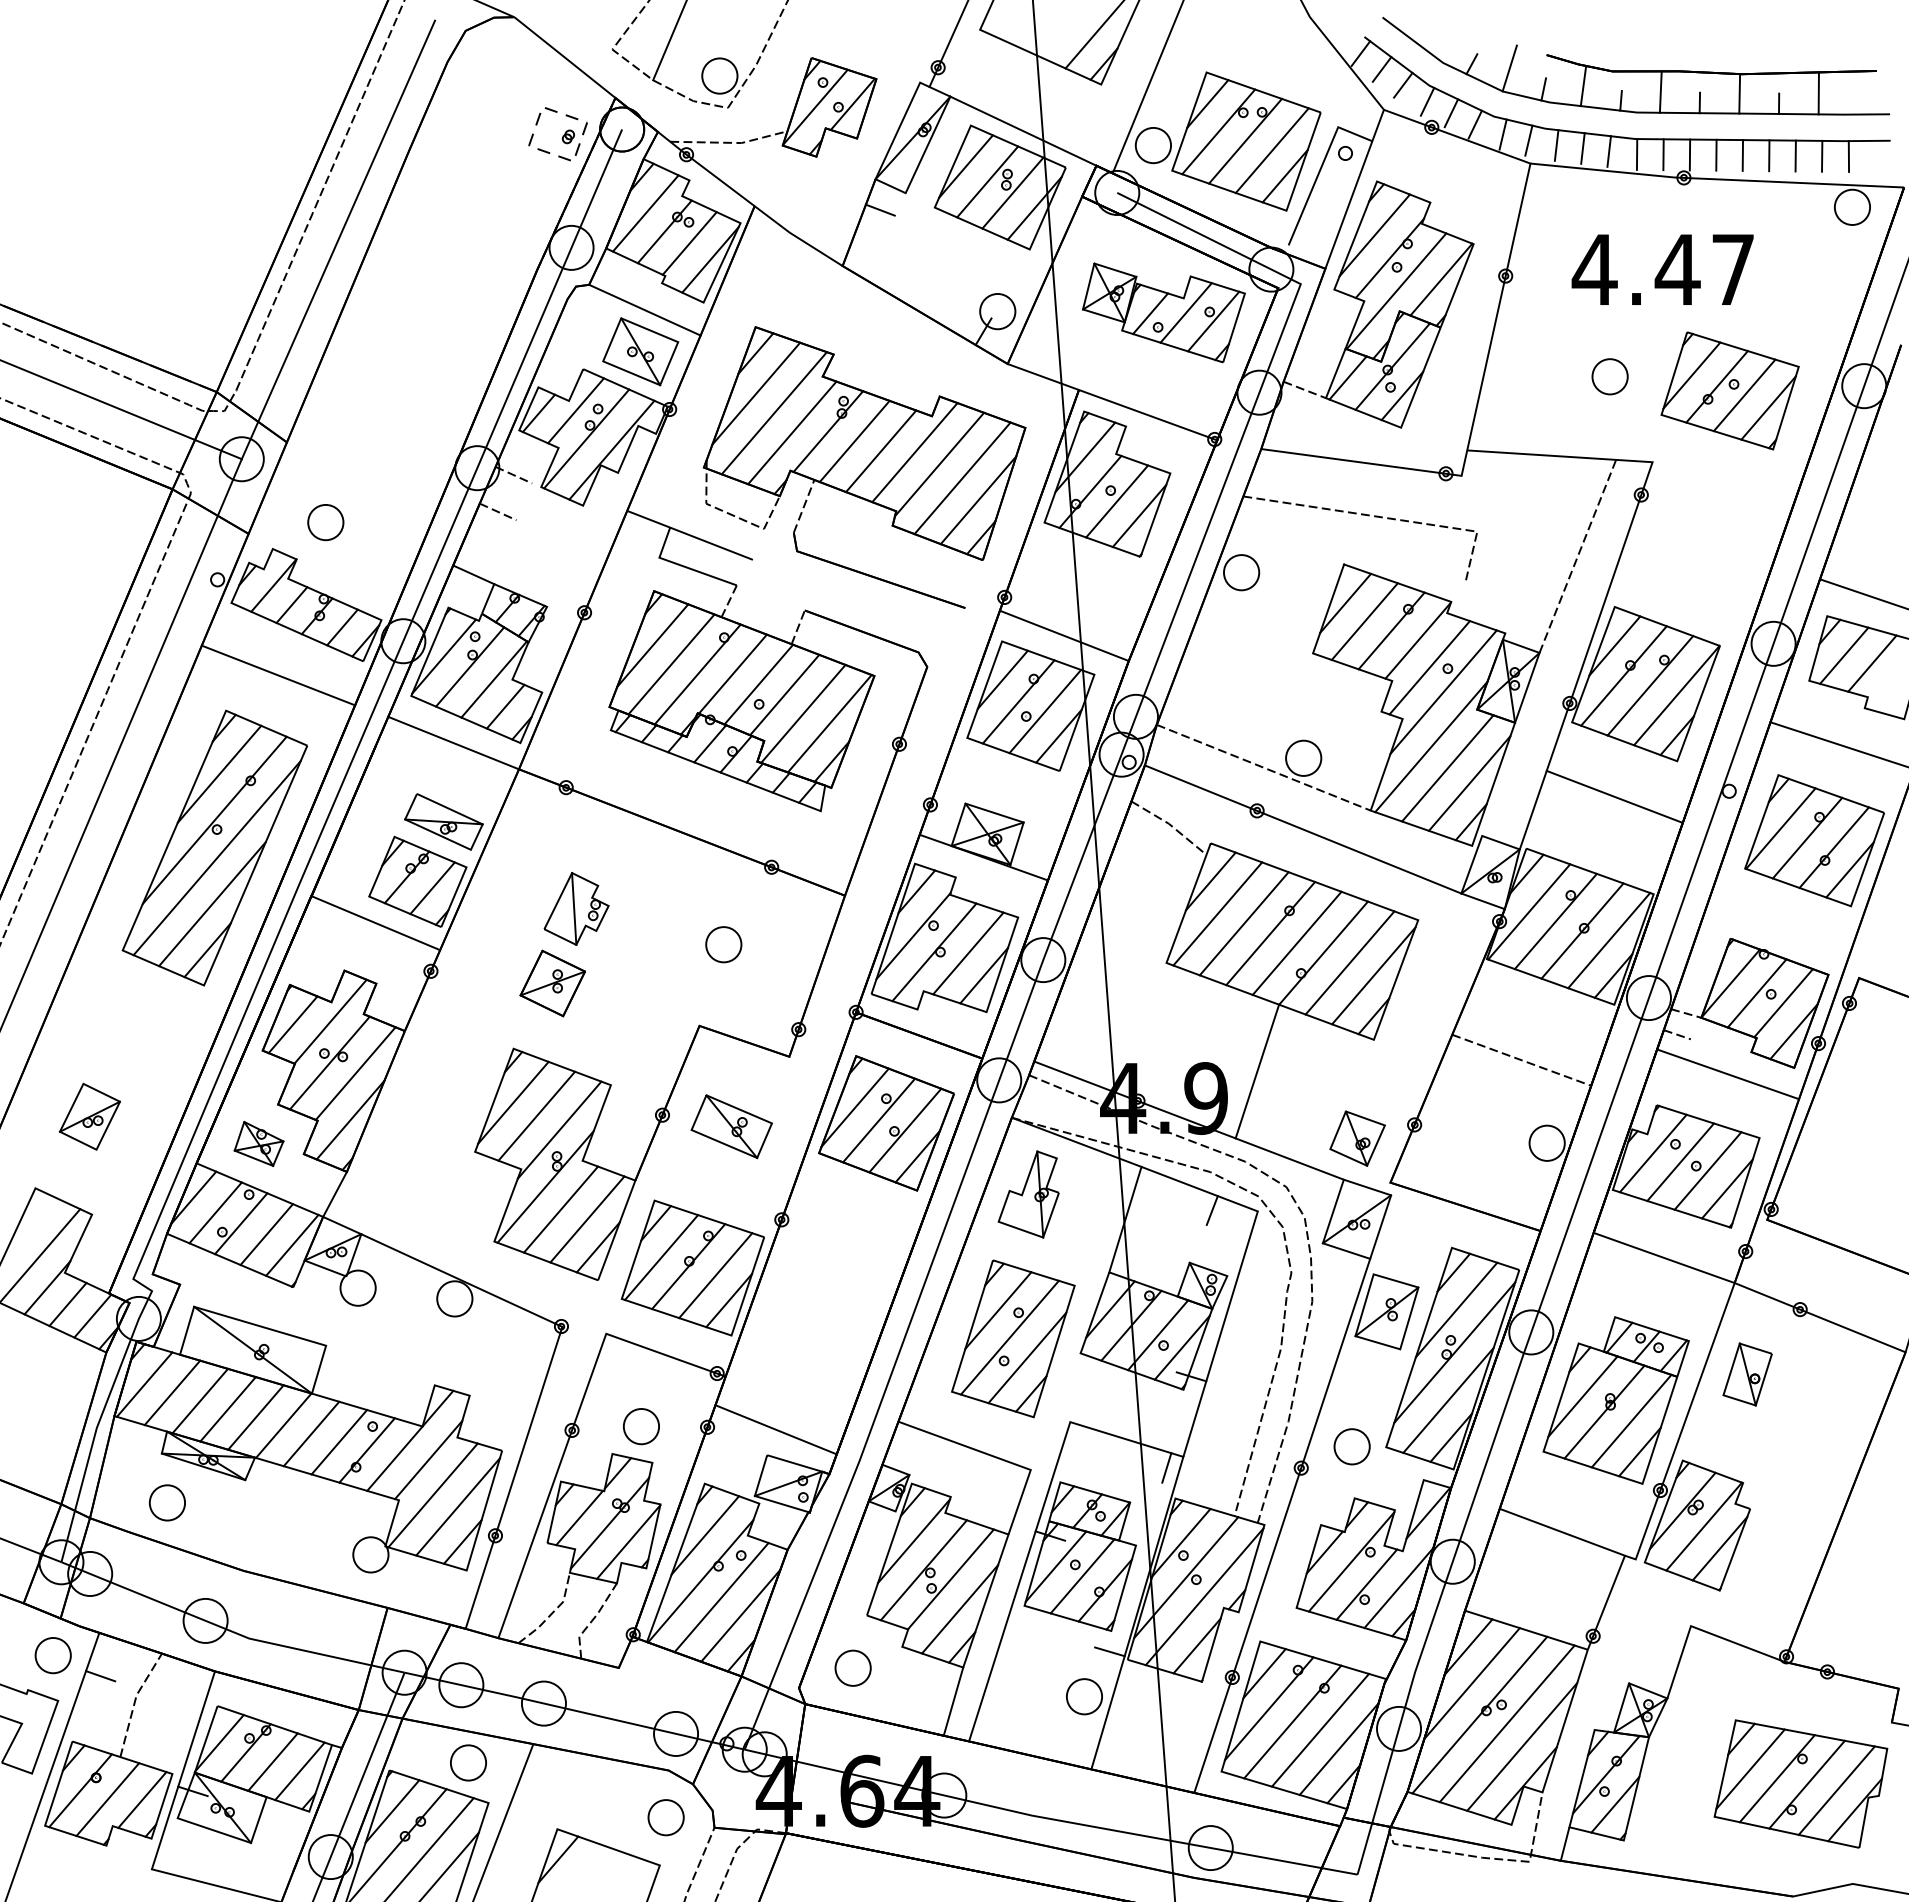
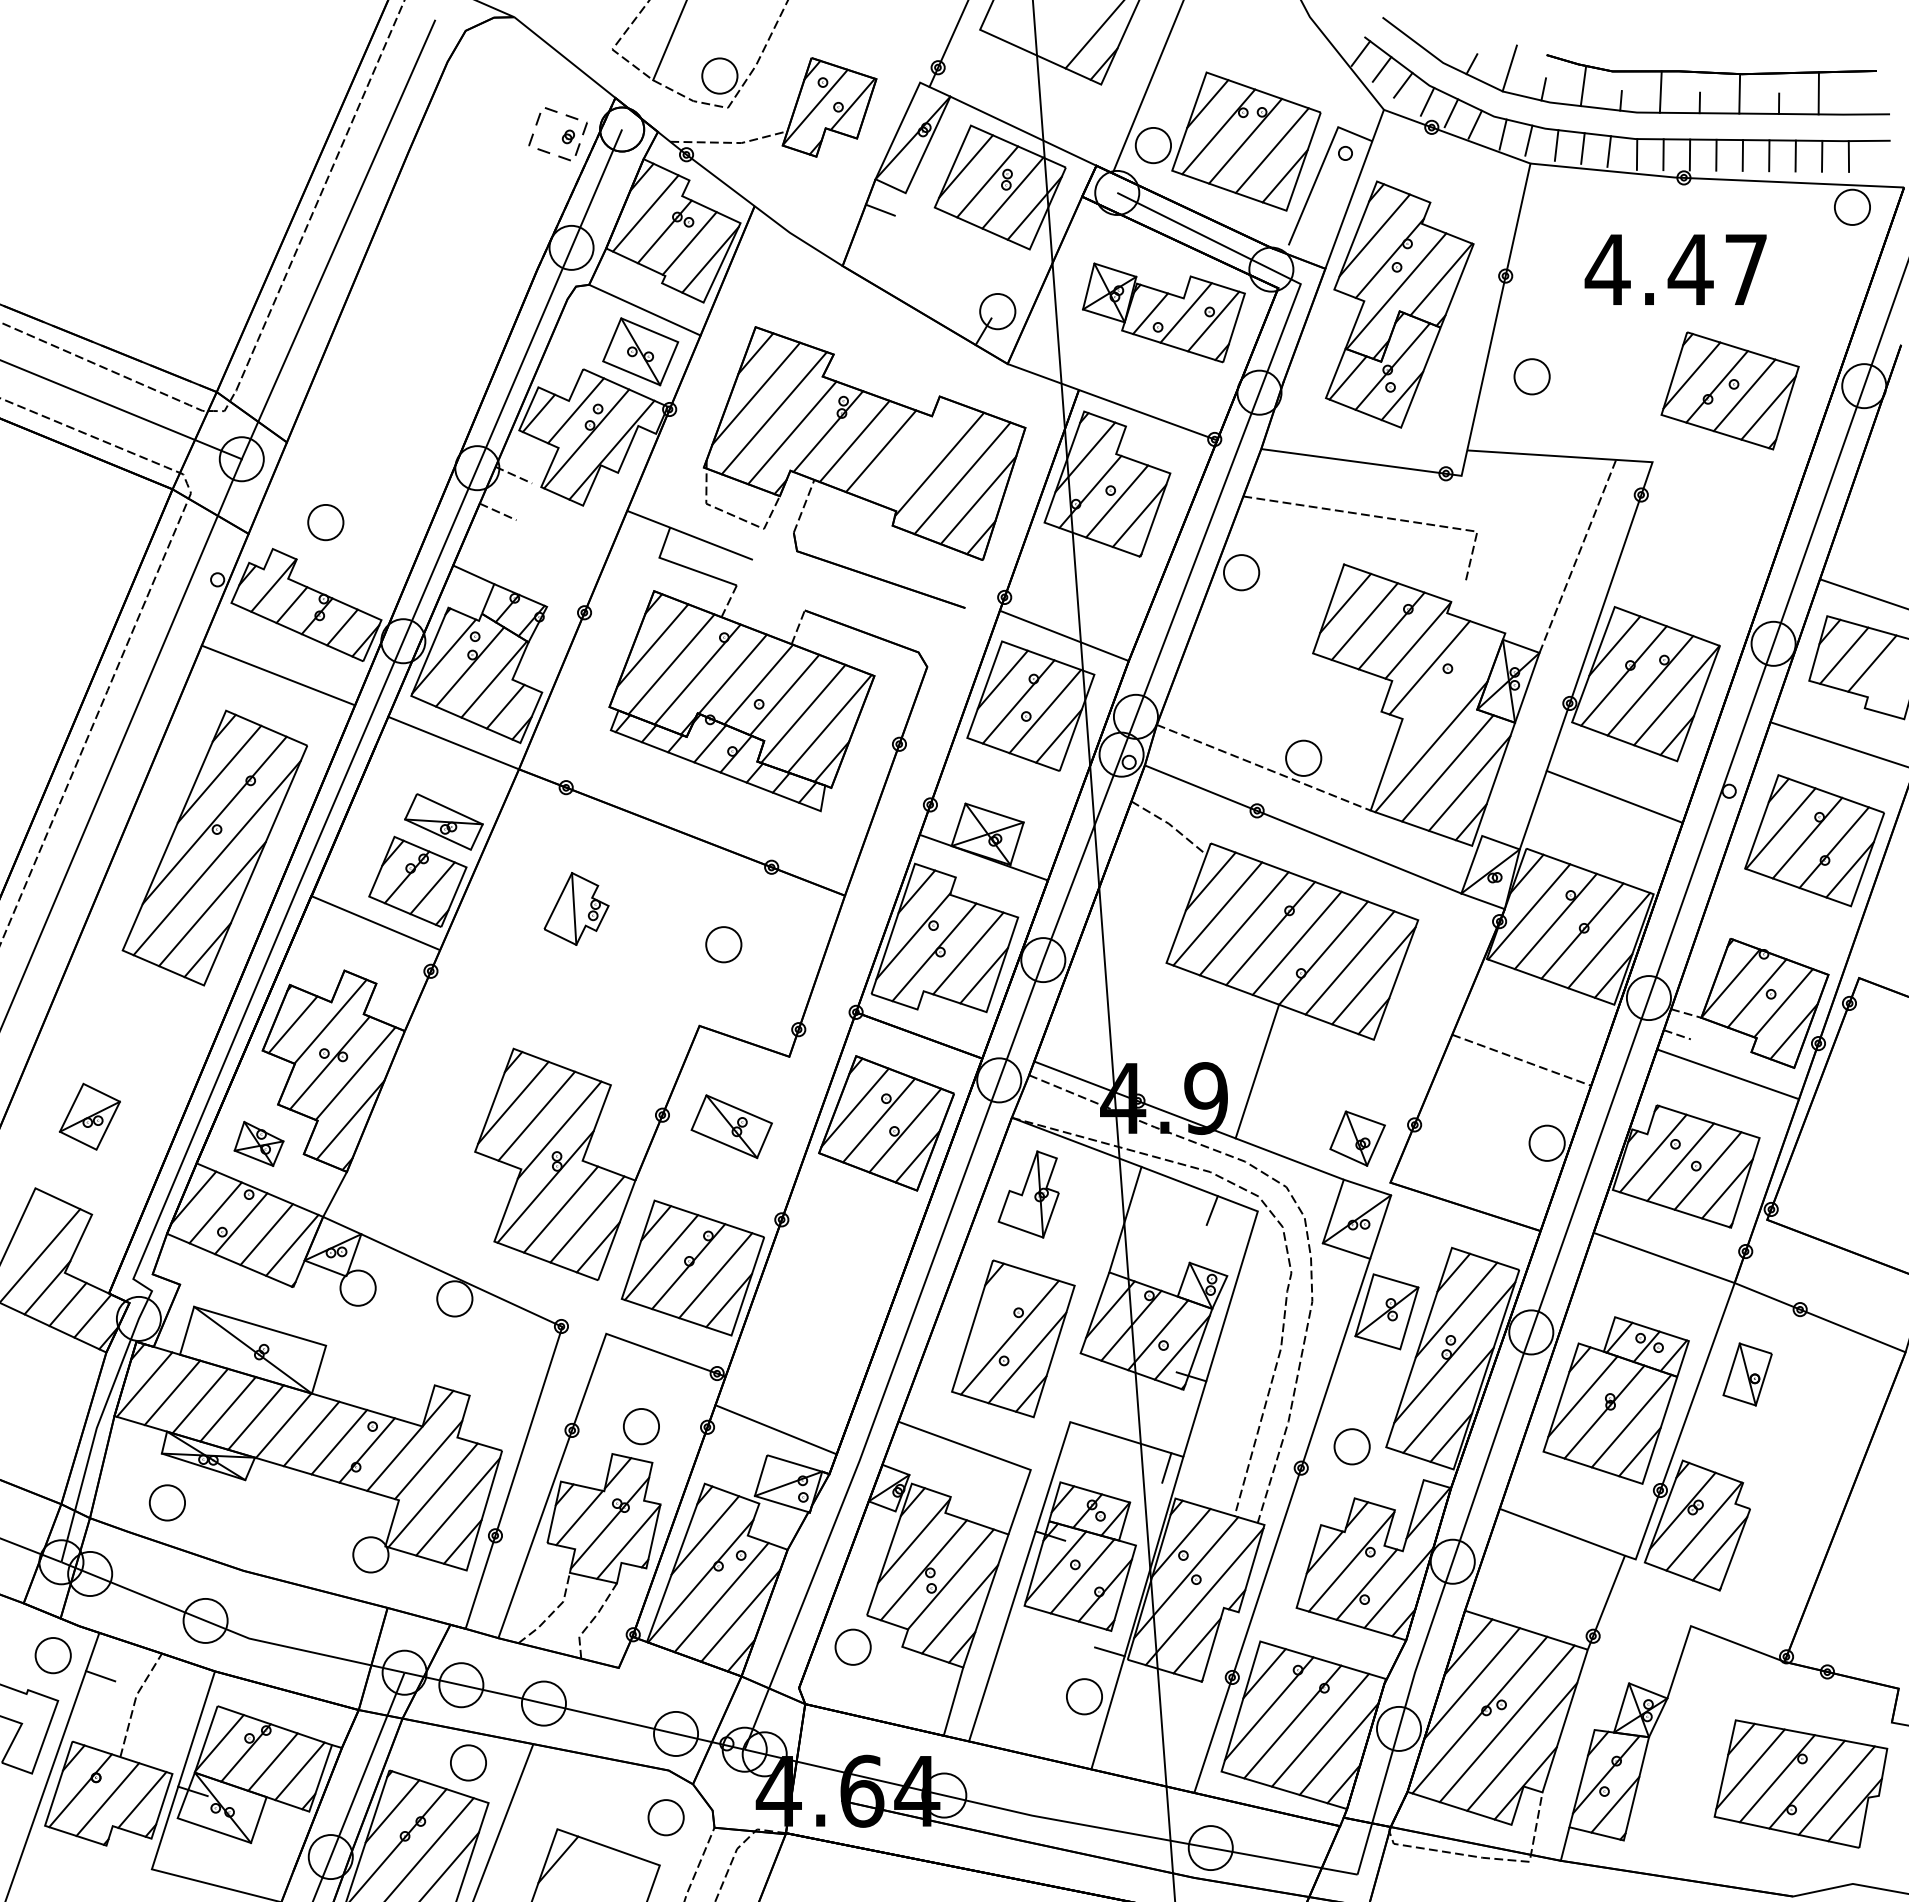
text at (1662, 269) position: (1662, 269) -> (1675, 269)
part at (1609, 376) position: (1609, 376) -> (1531, 376)
line at (1304, 389): present -> none
line at (914, 452): present -> none
line at (1443, 691): present -> none
part at (552, 983): present -> none
line at (998, 1310): present -> none
part at (852, 1667) position: (852, 1667) -> (852, 1646)
